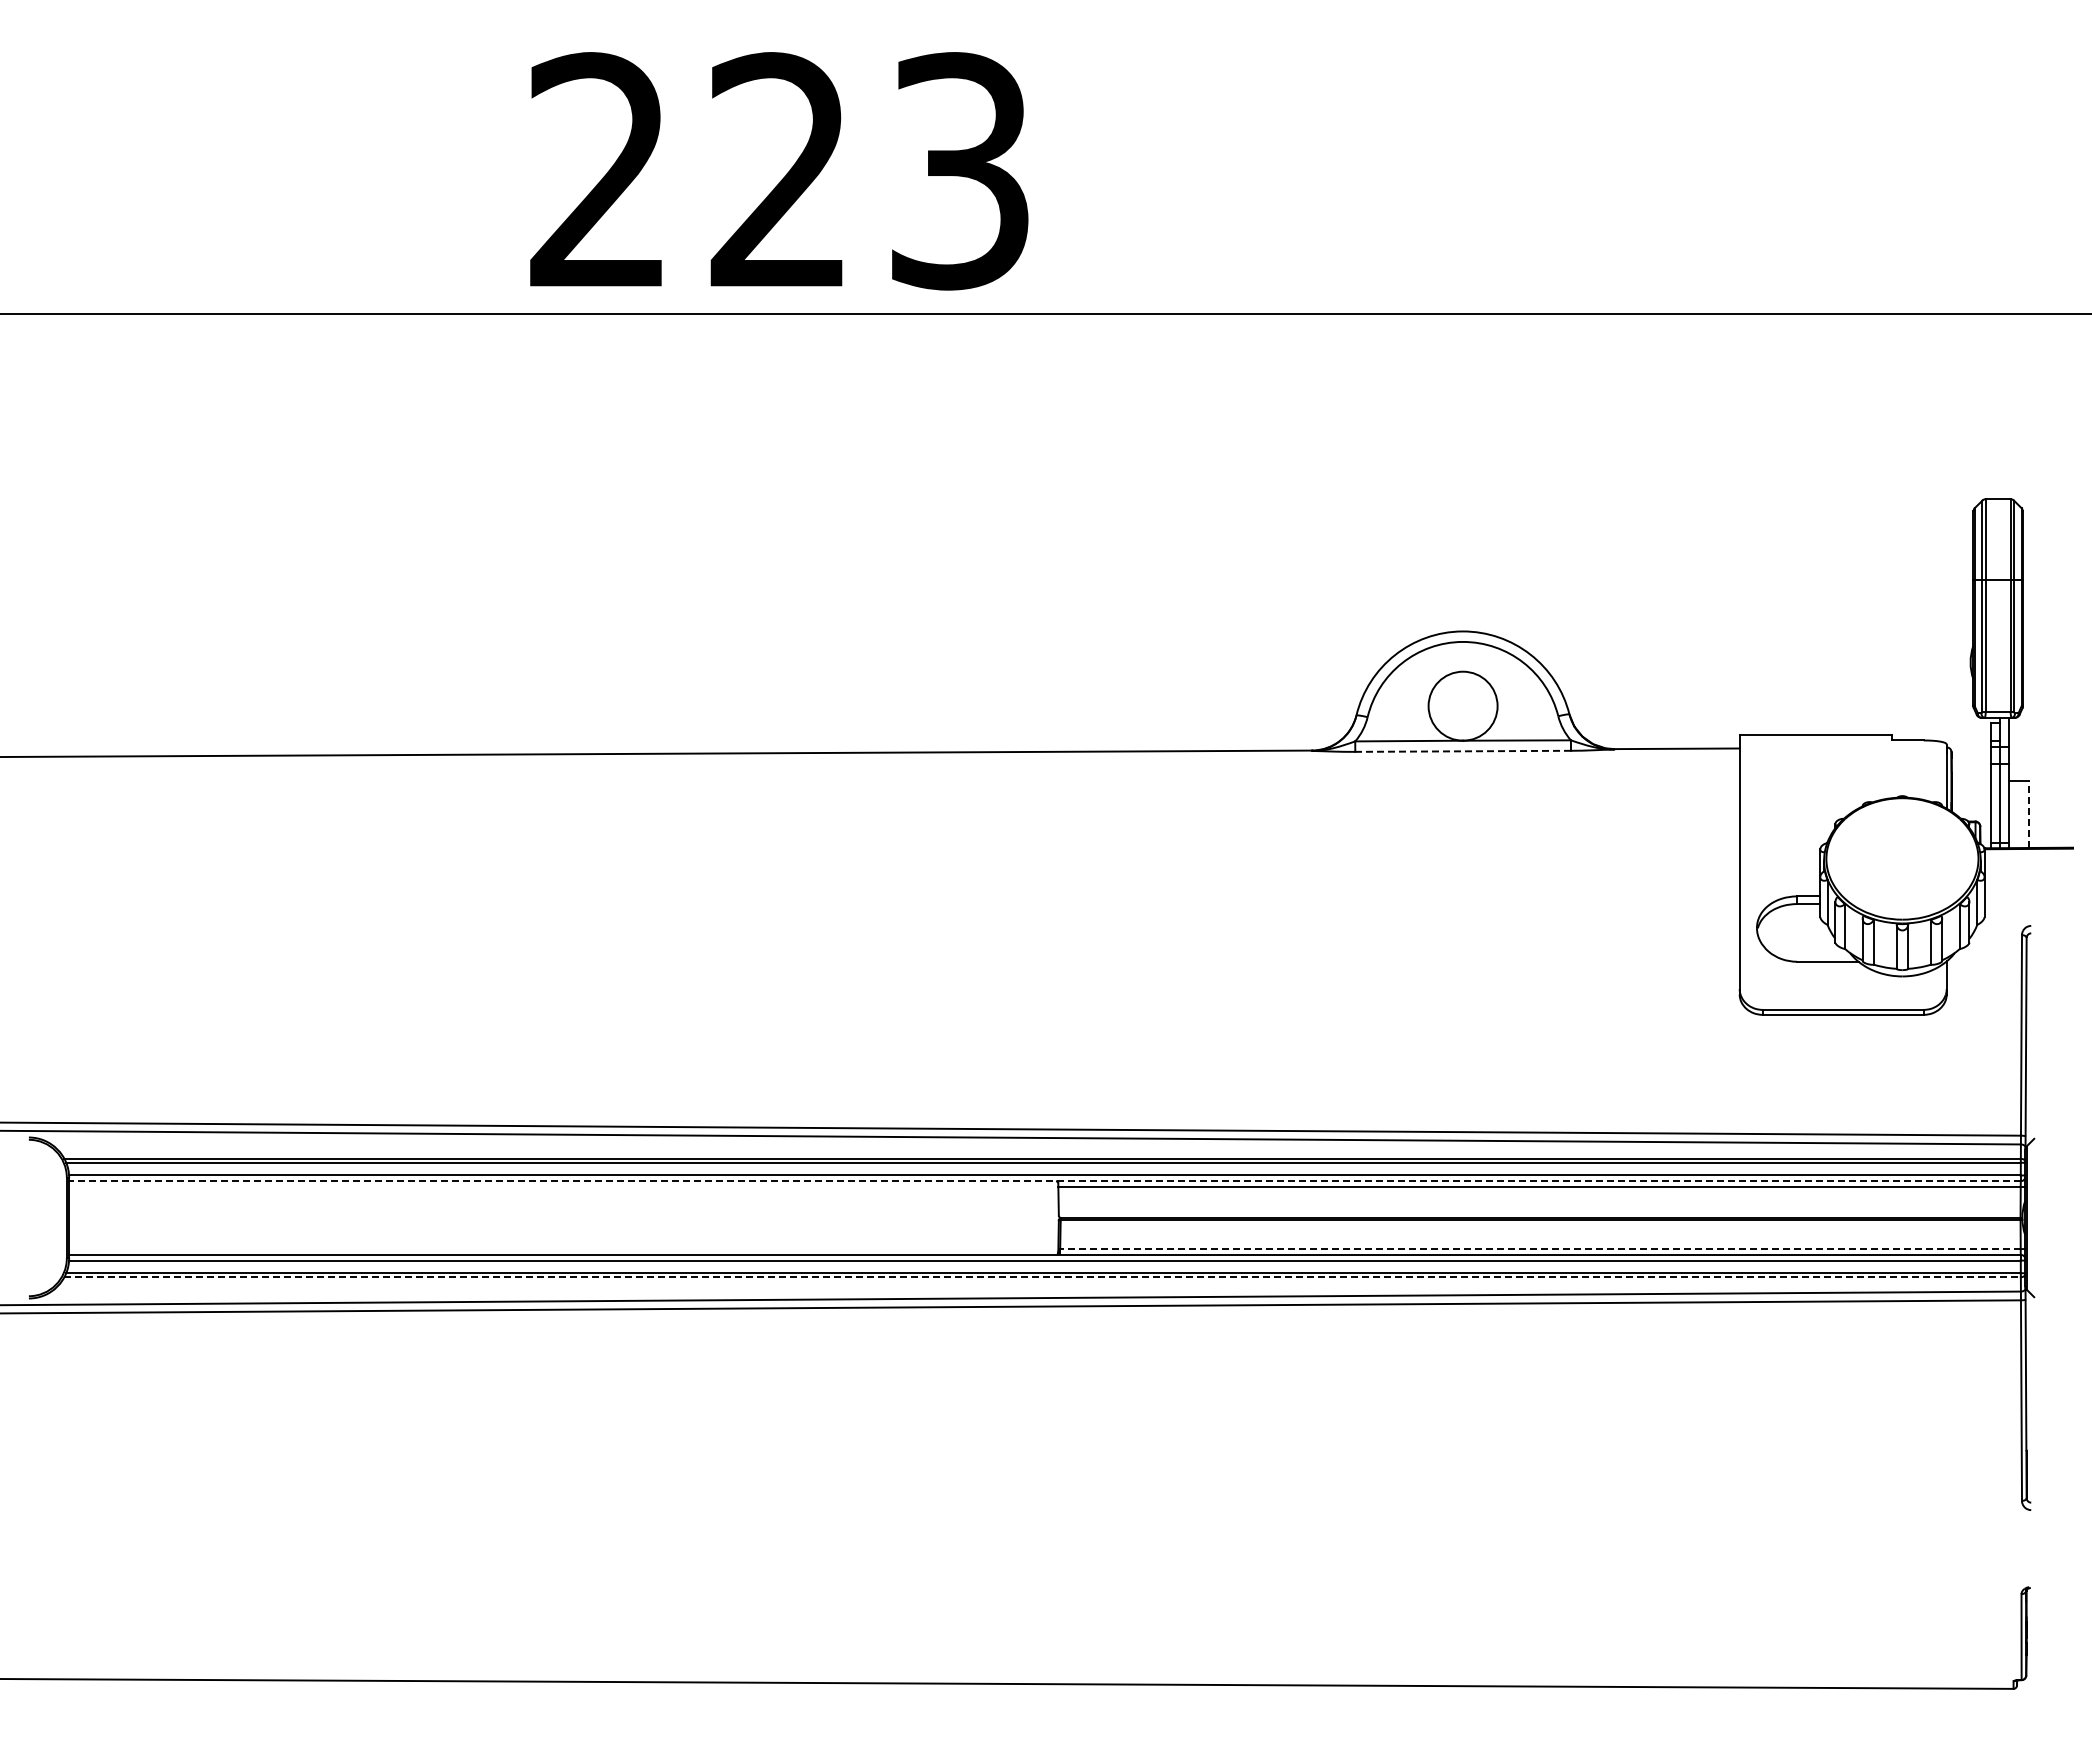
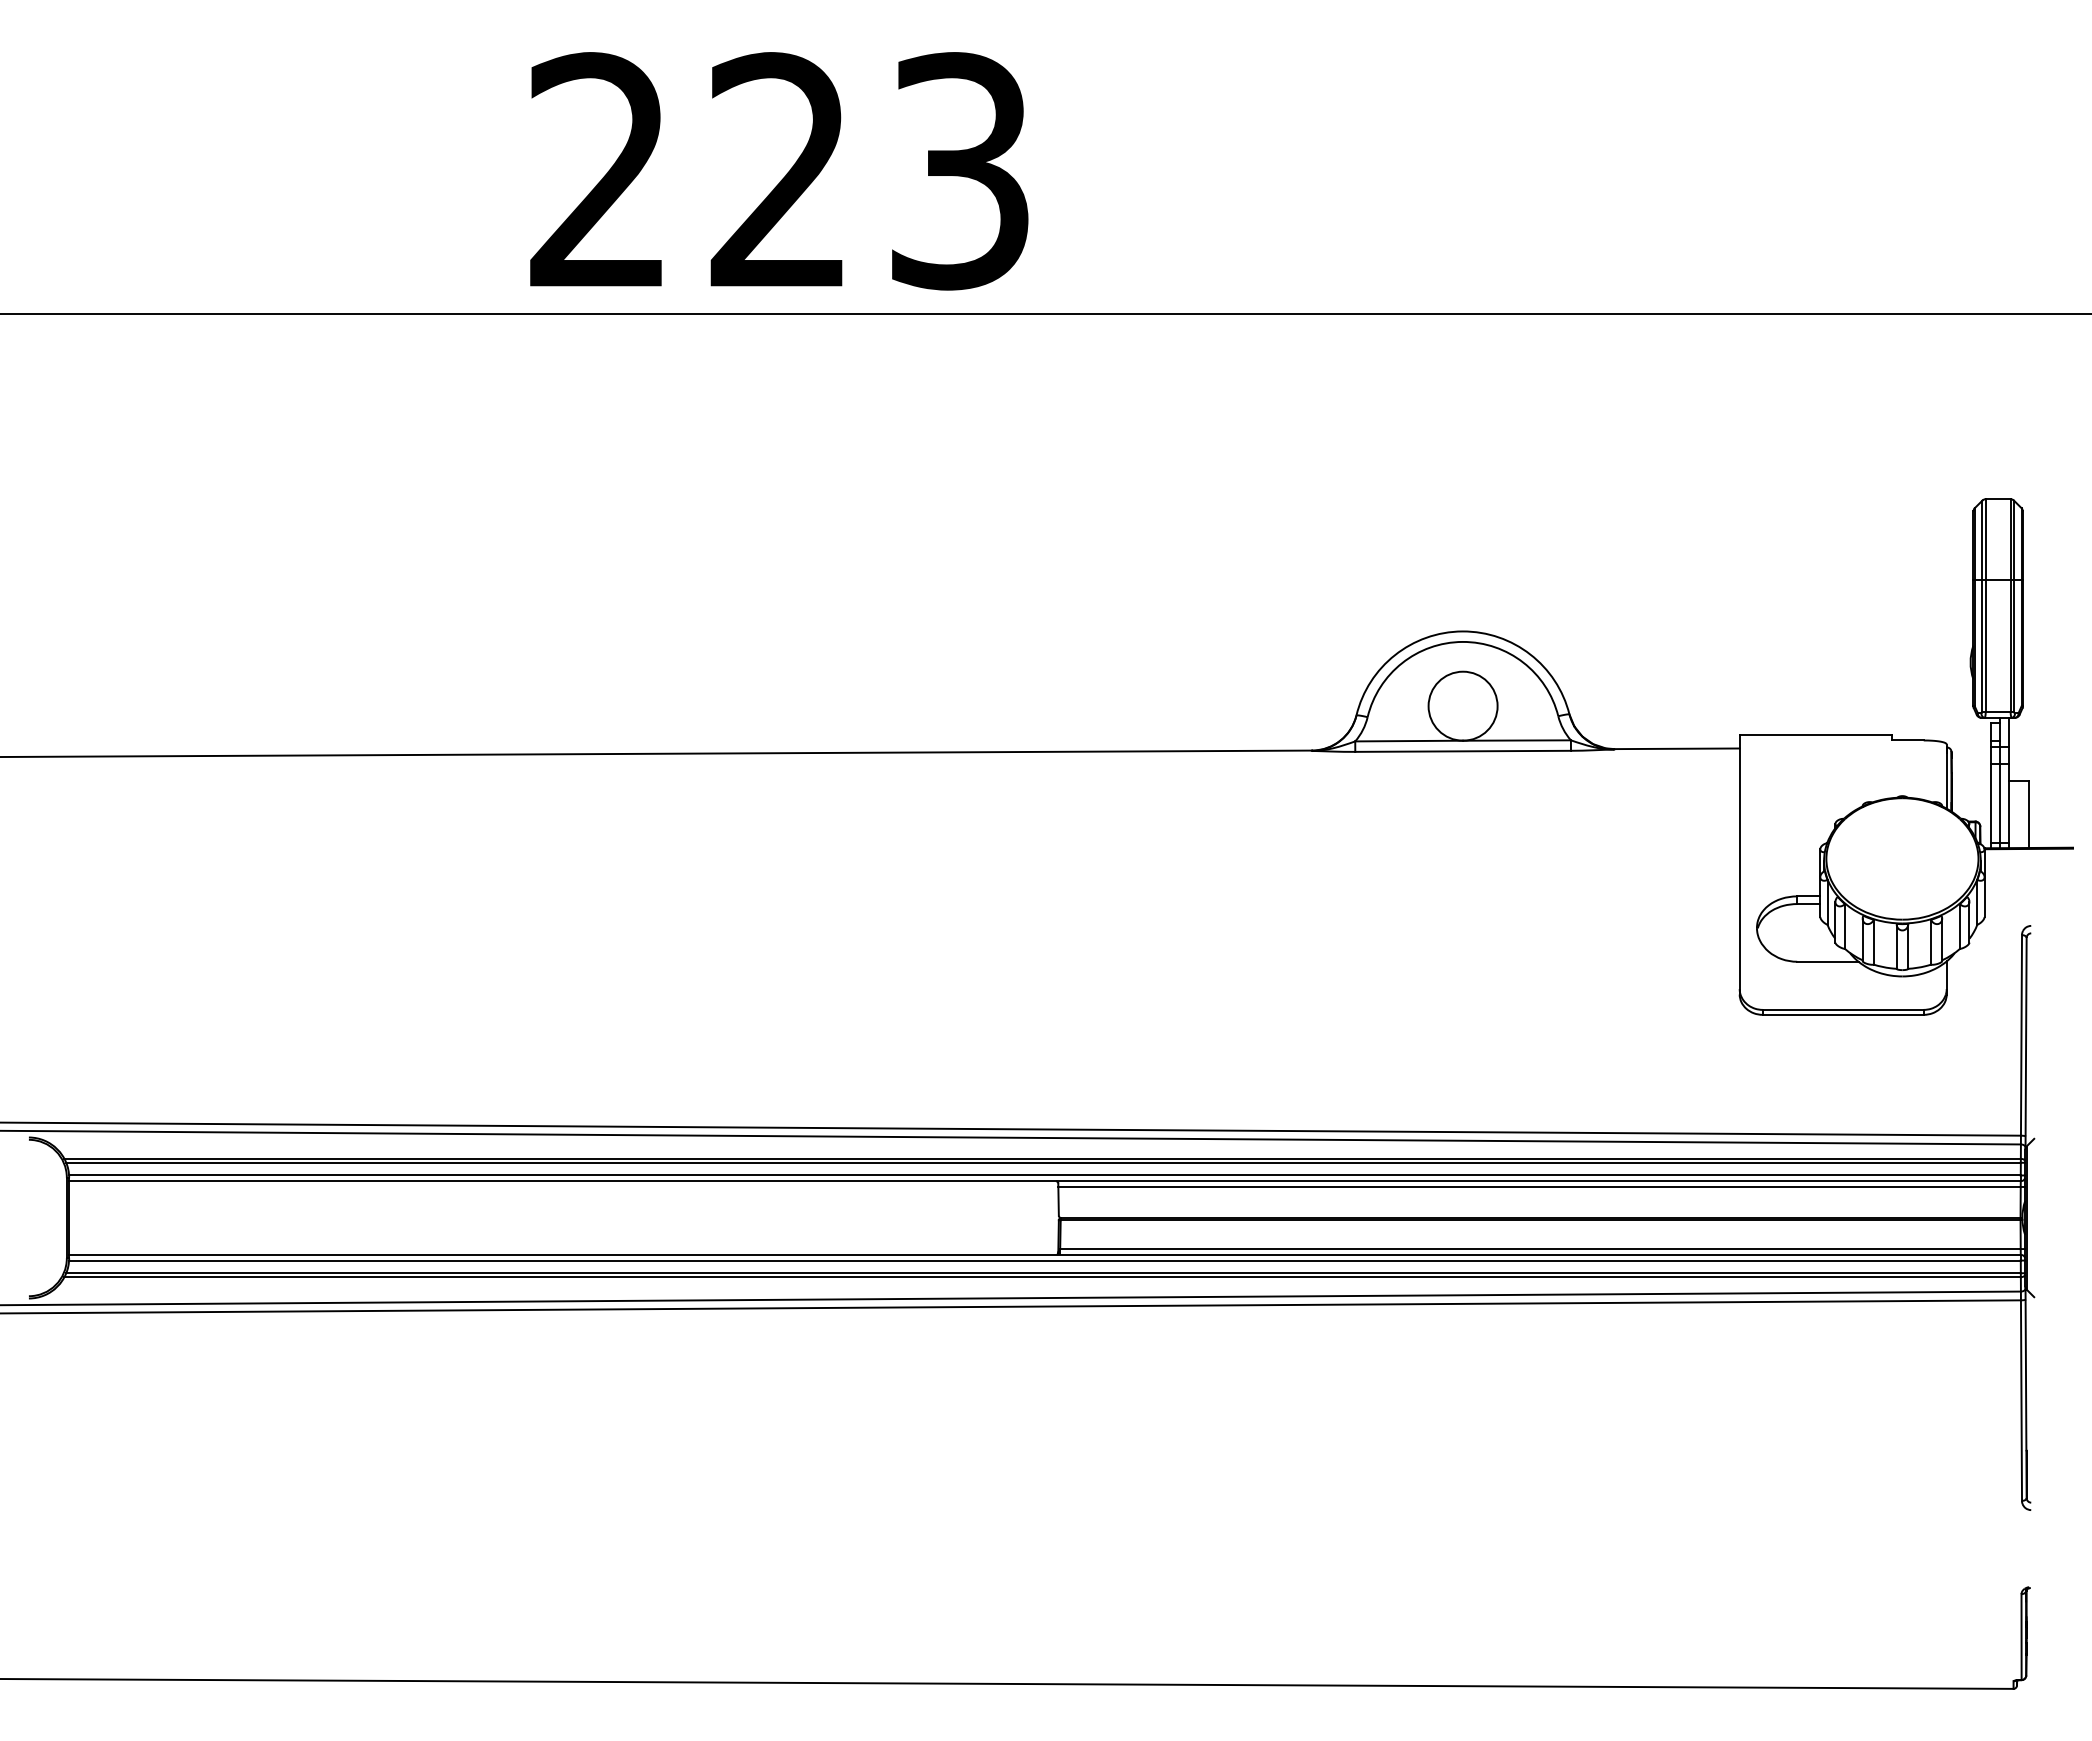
line at (1463, 751): dashed -> solid
line at (2028, 814): dashed -> solid
line at (1044, 1181): dashed -> solid
line at (1539, 1249): dashed -> solid
line at (1043, 1277): dashed -> solid
